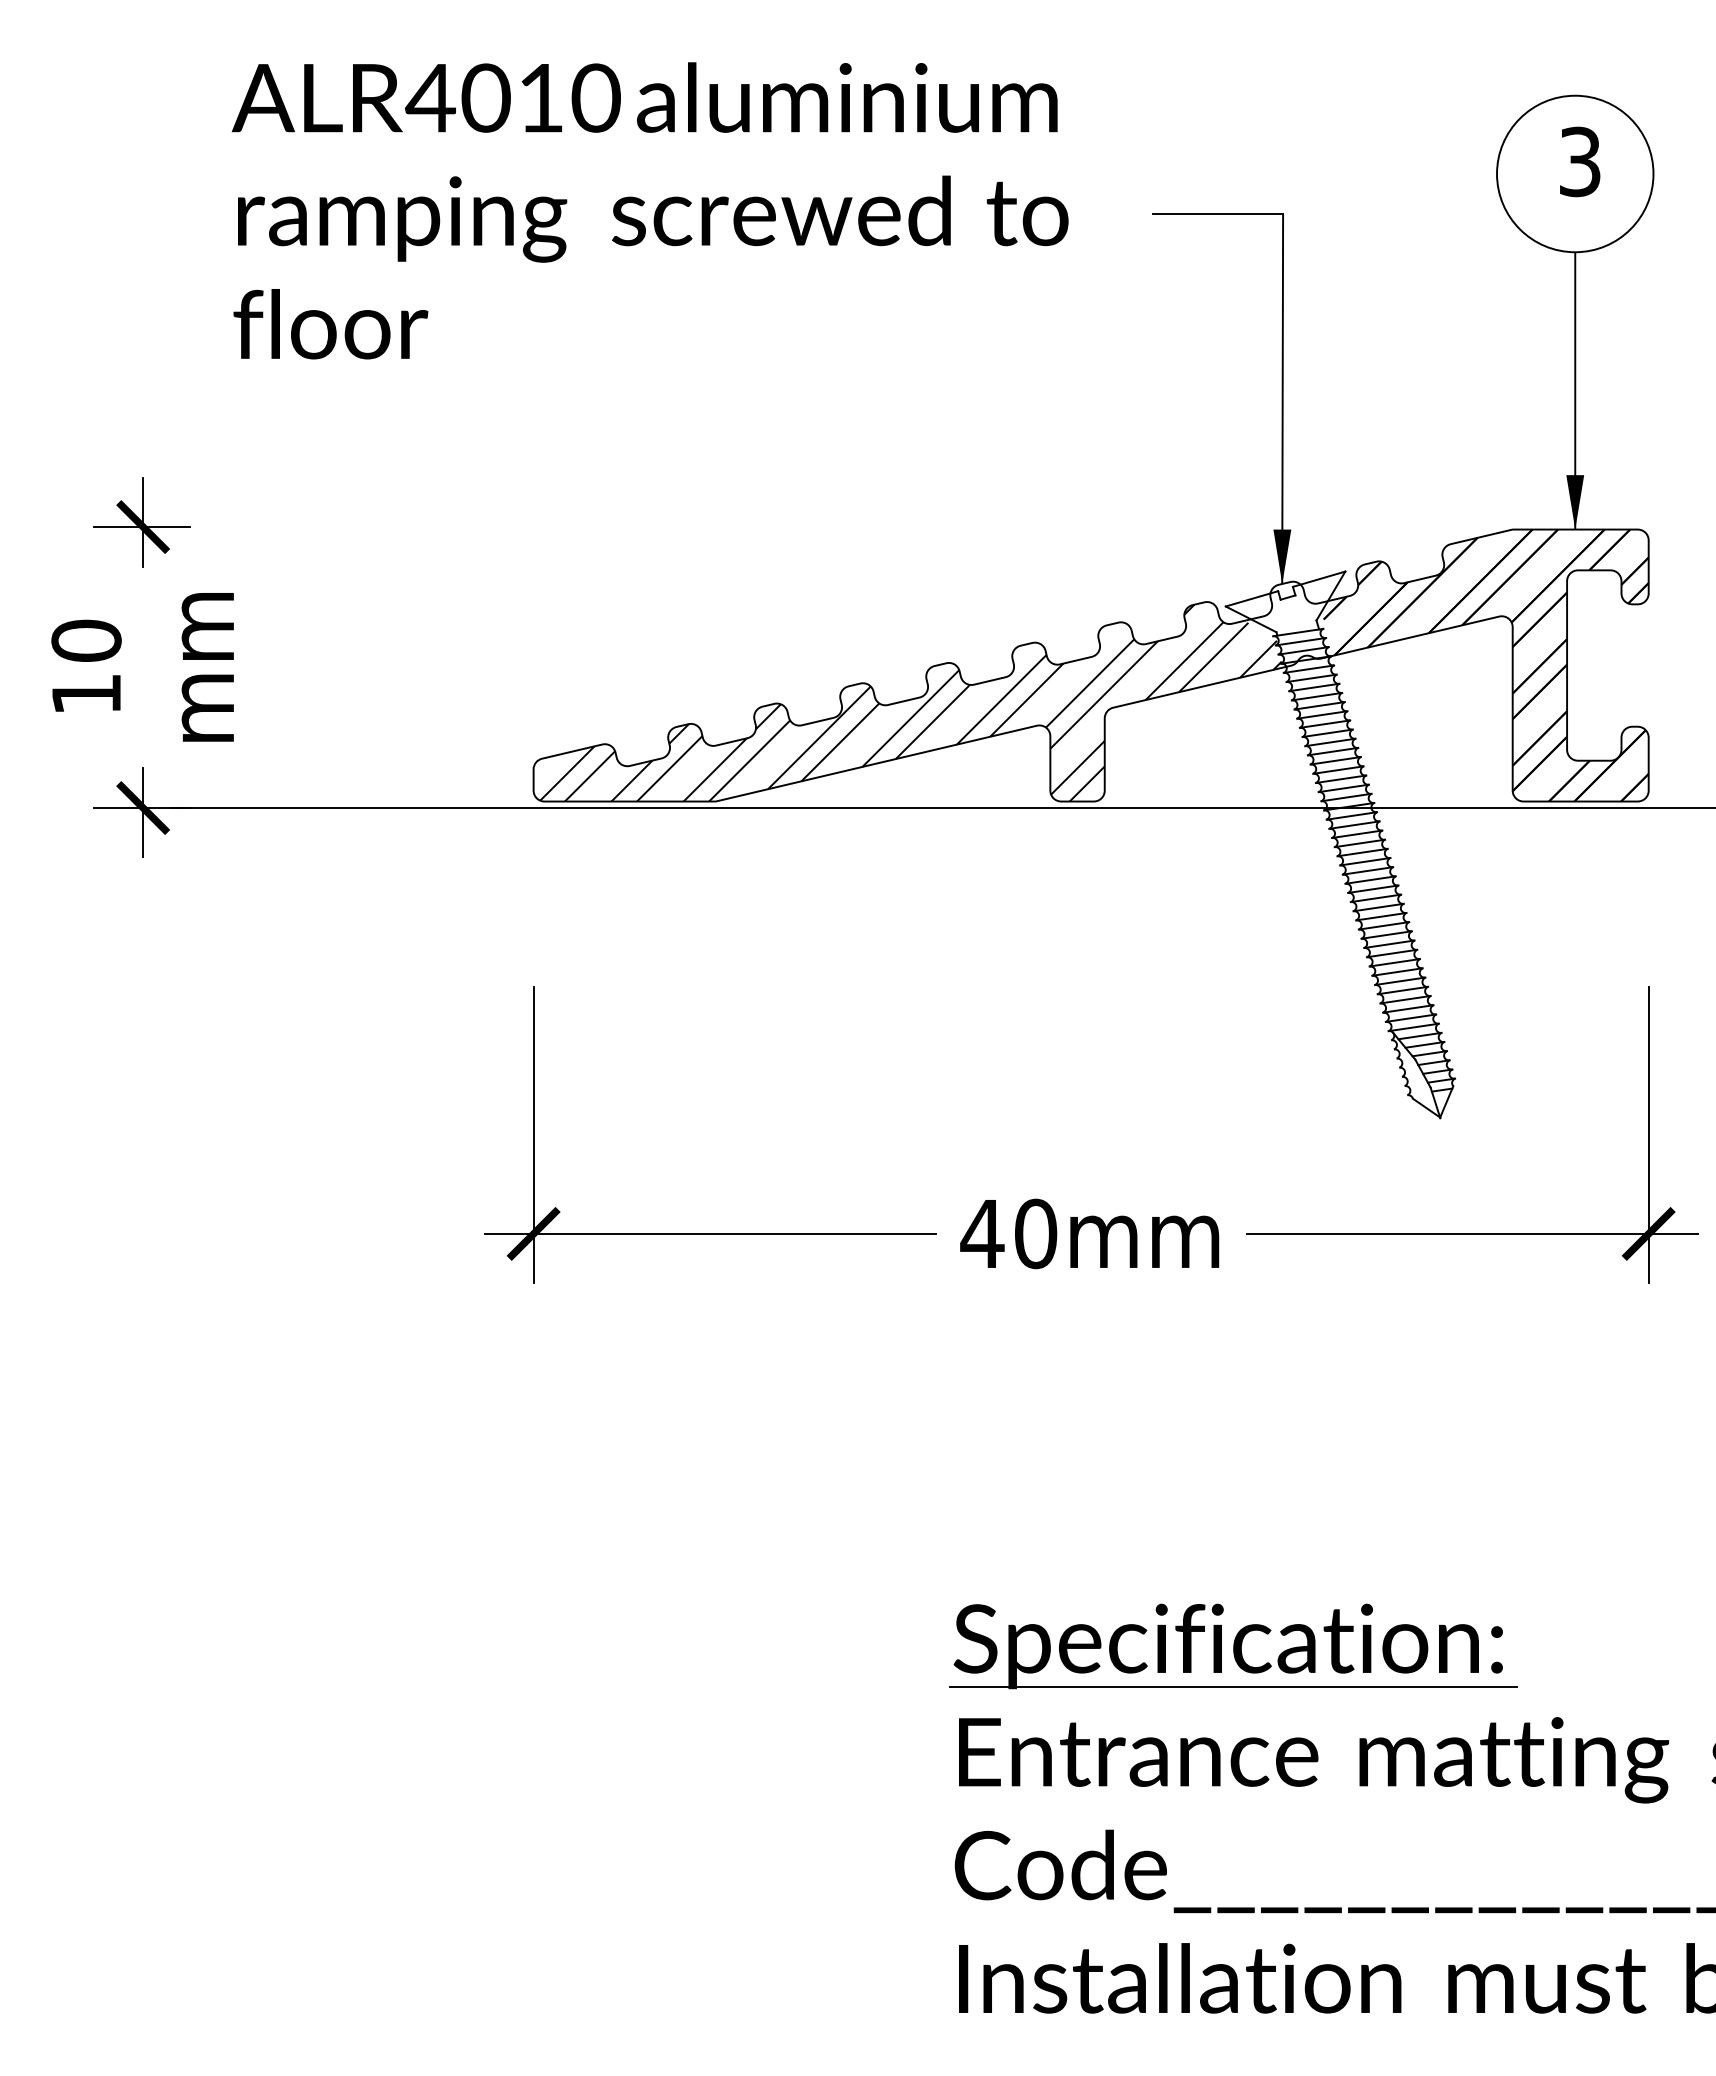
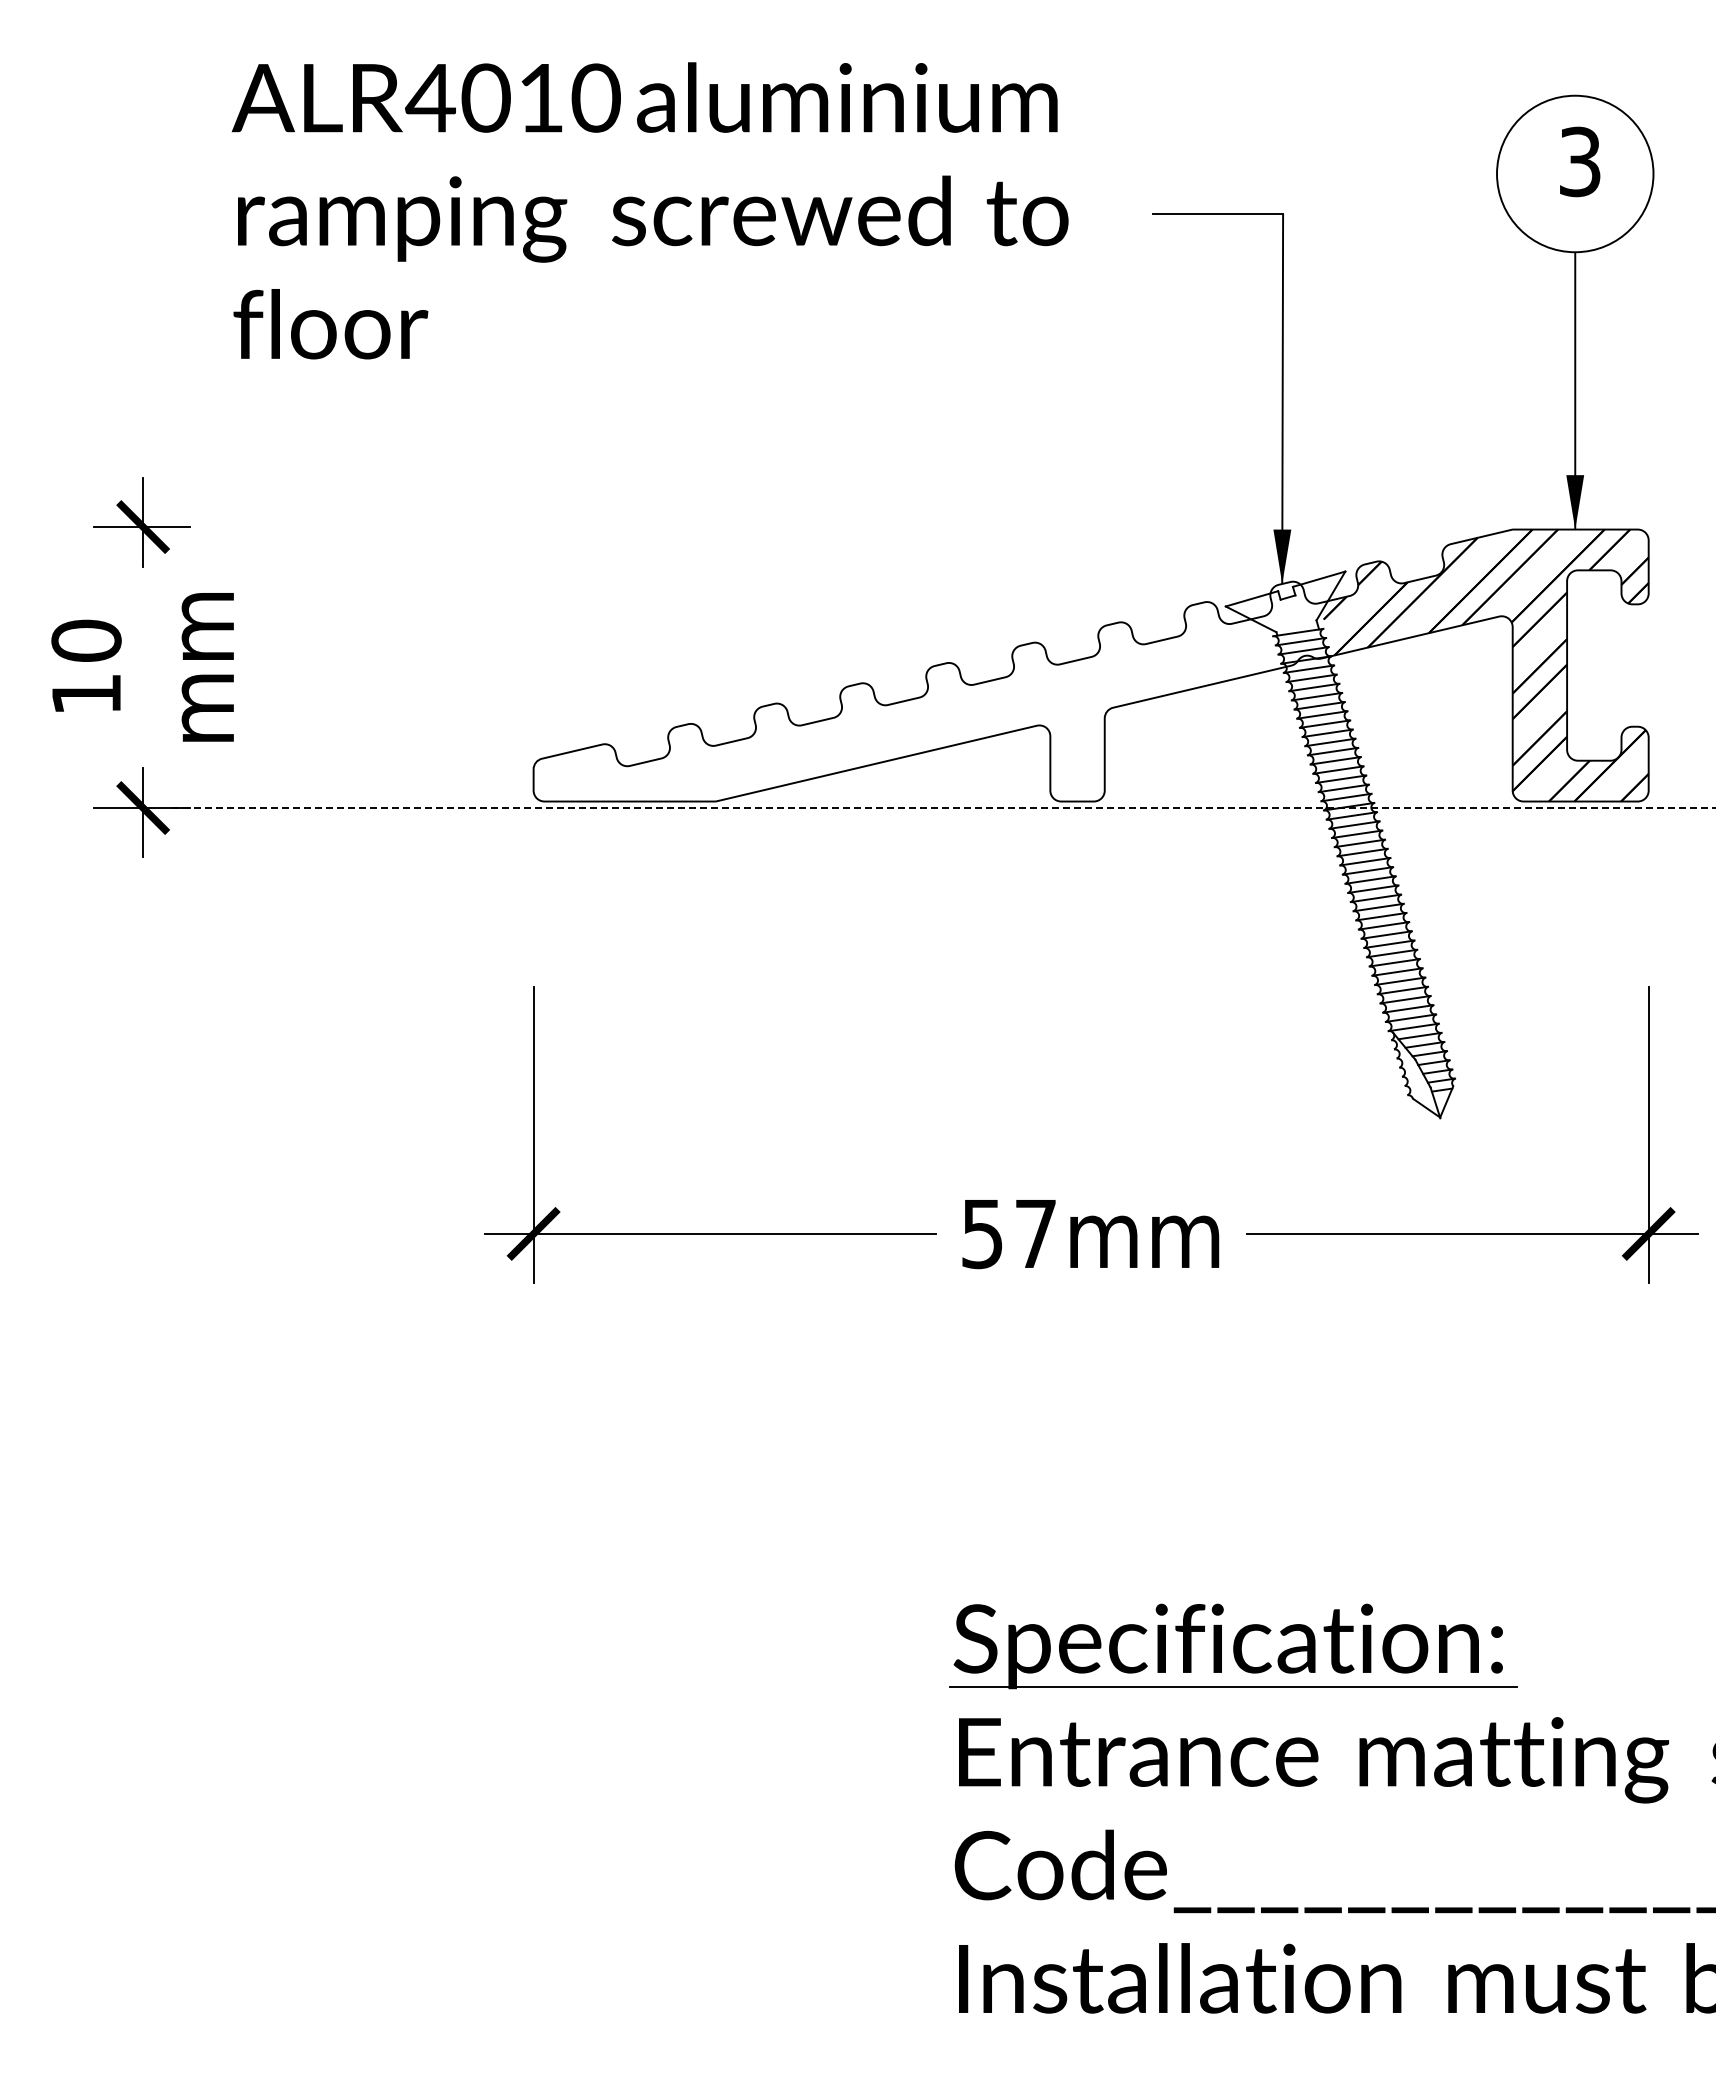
hatch at (910, 702): present -> none
line at (942, 808): solid -> dashed
text at (1008, 1233): 40mm -> 57mm
